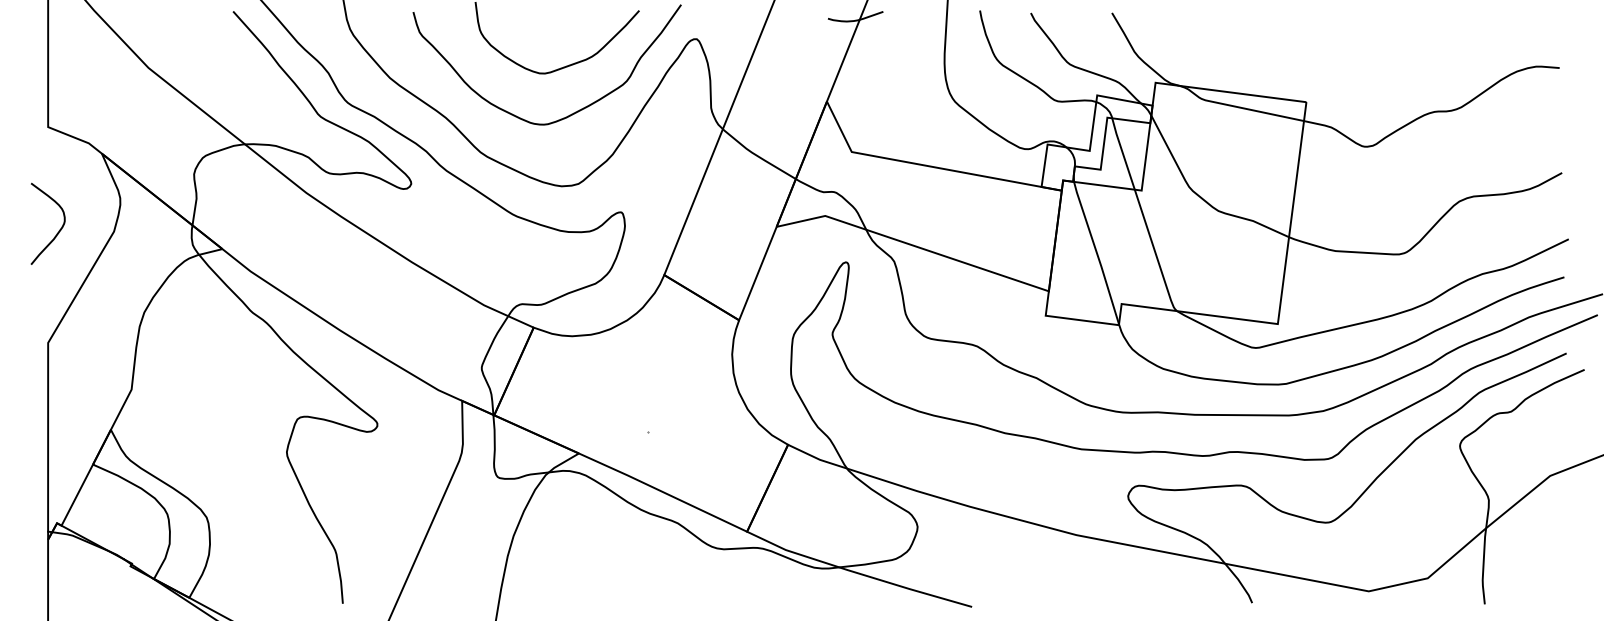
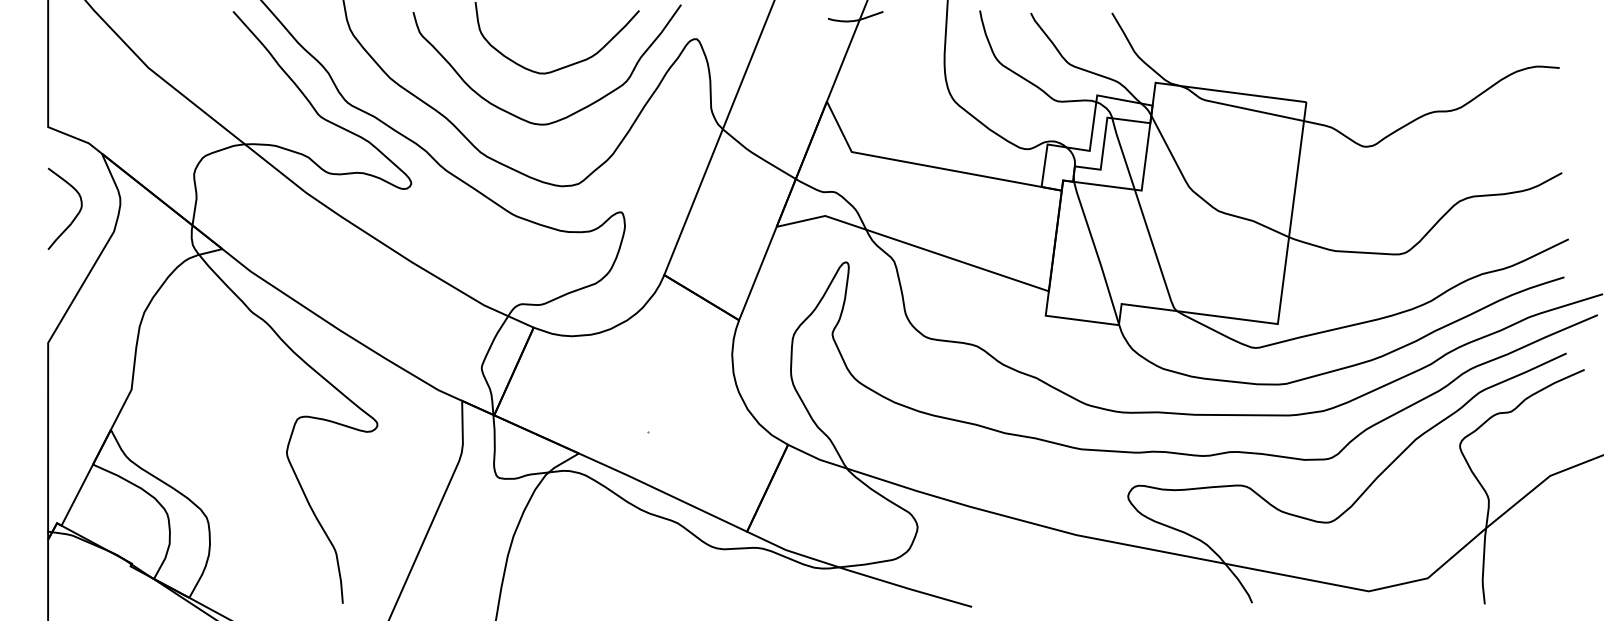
curve at (59, 229) position: (59, 229) -> (76, 214)
